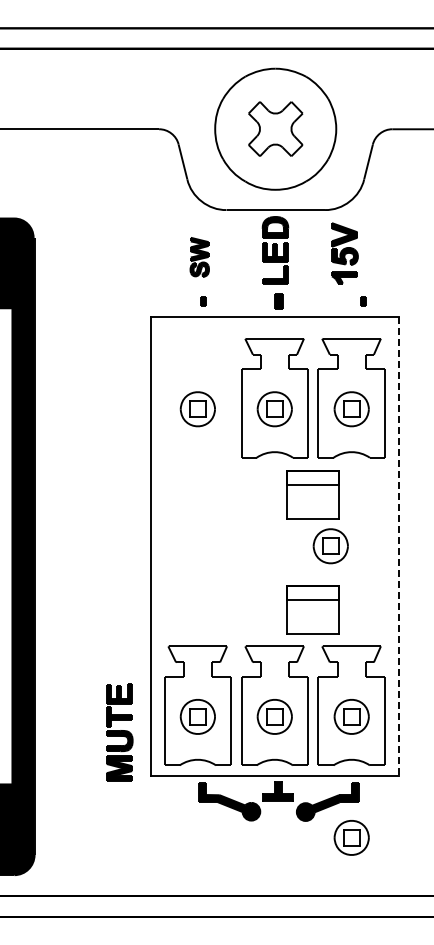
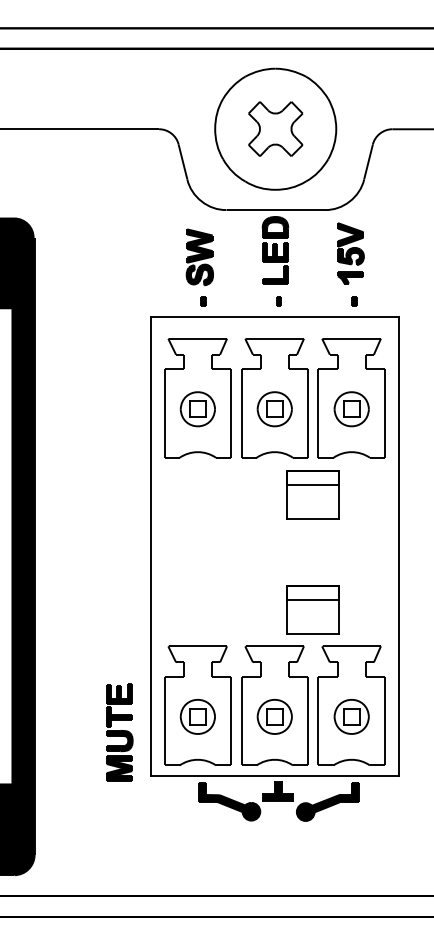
part at (344, 253) position: (344, 253) -> (350, 253)
part at (199, 257) size: 21x41 px -> 29x59 px
part at (278, 301) size: 10x17 px -> 6x11 px
part at (363, 301) position: (363, 301) -> (354, 301)
part at (197, 398): none -> present
part at (330, 546): present -> none
line at (399, 546): dashed -> solid
part at (351, 837): present -> none
